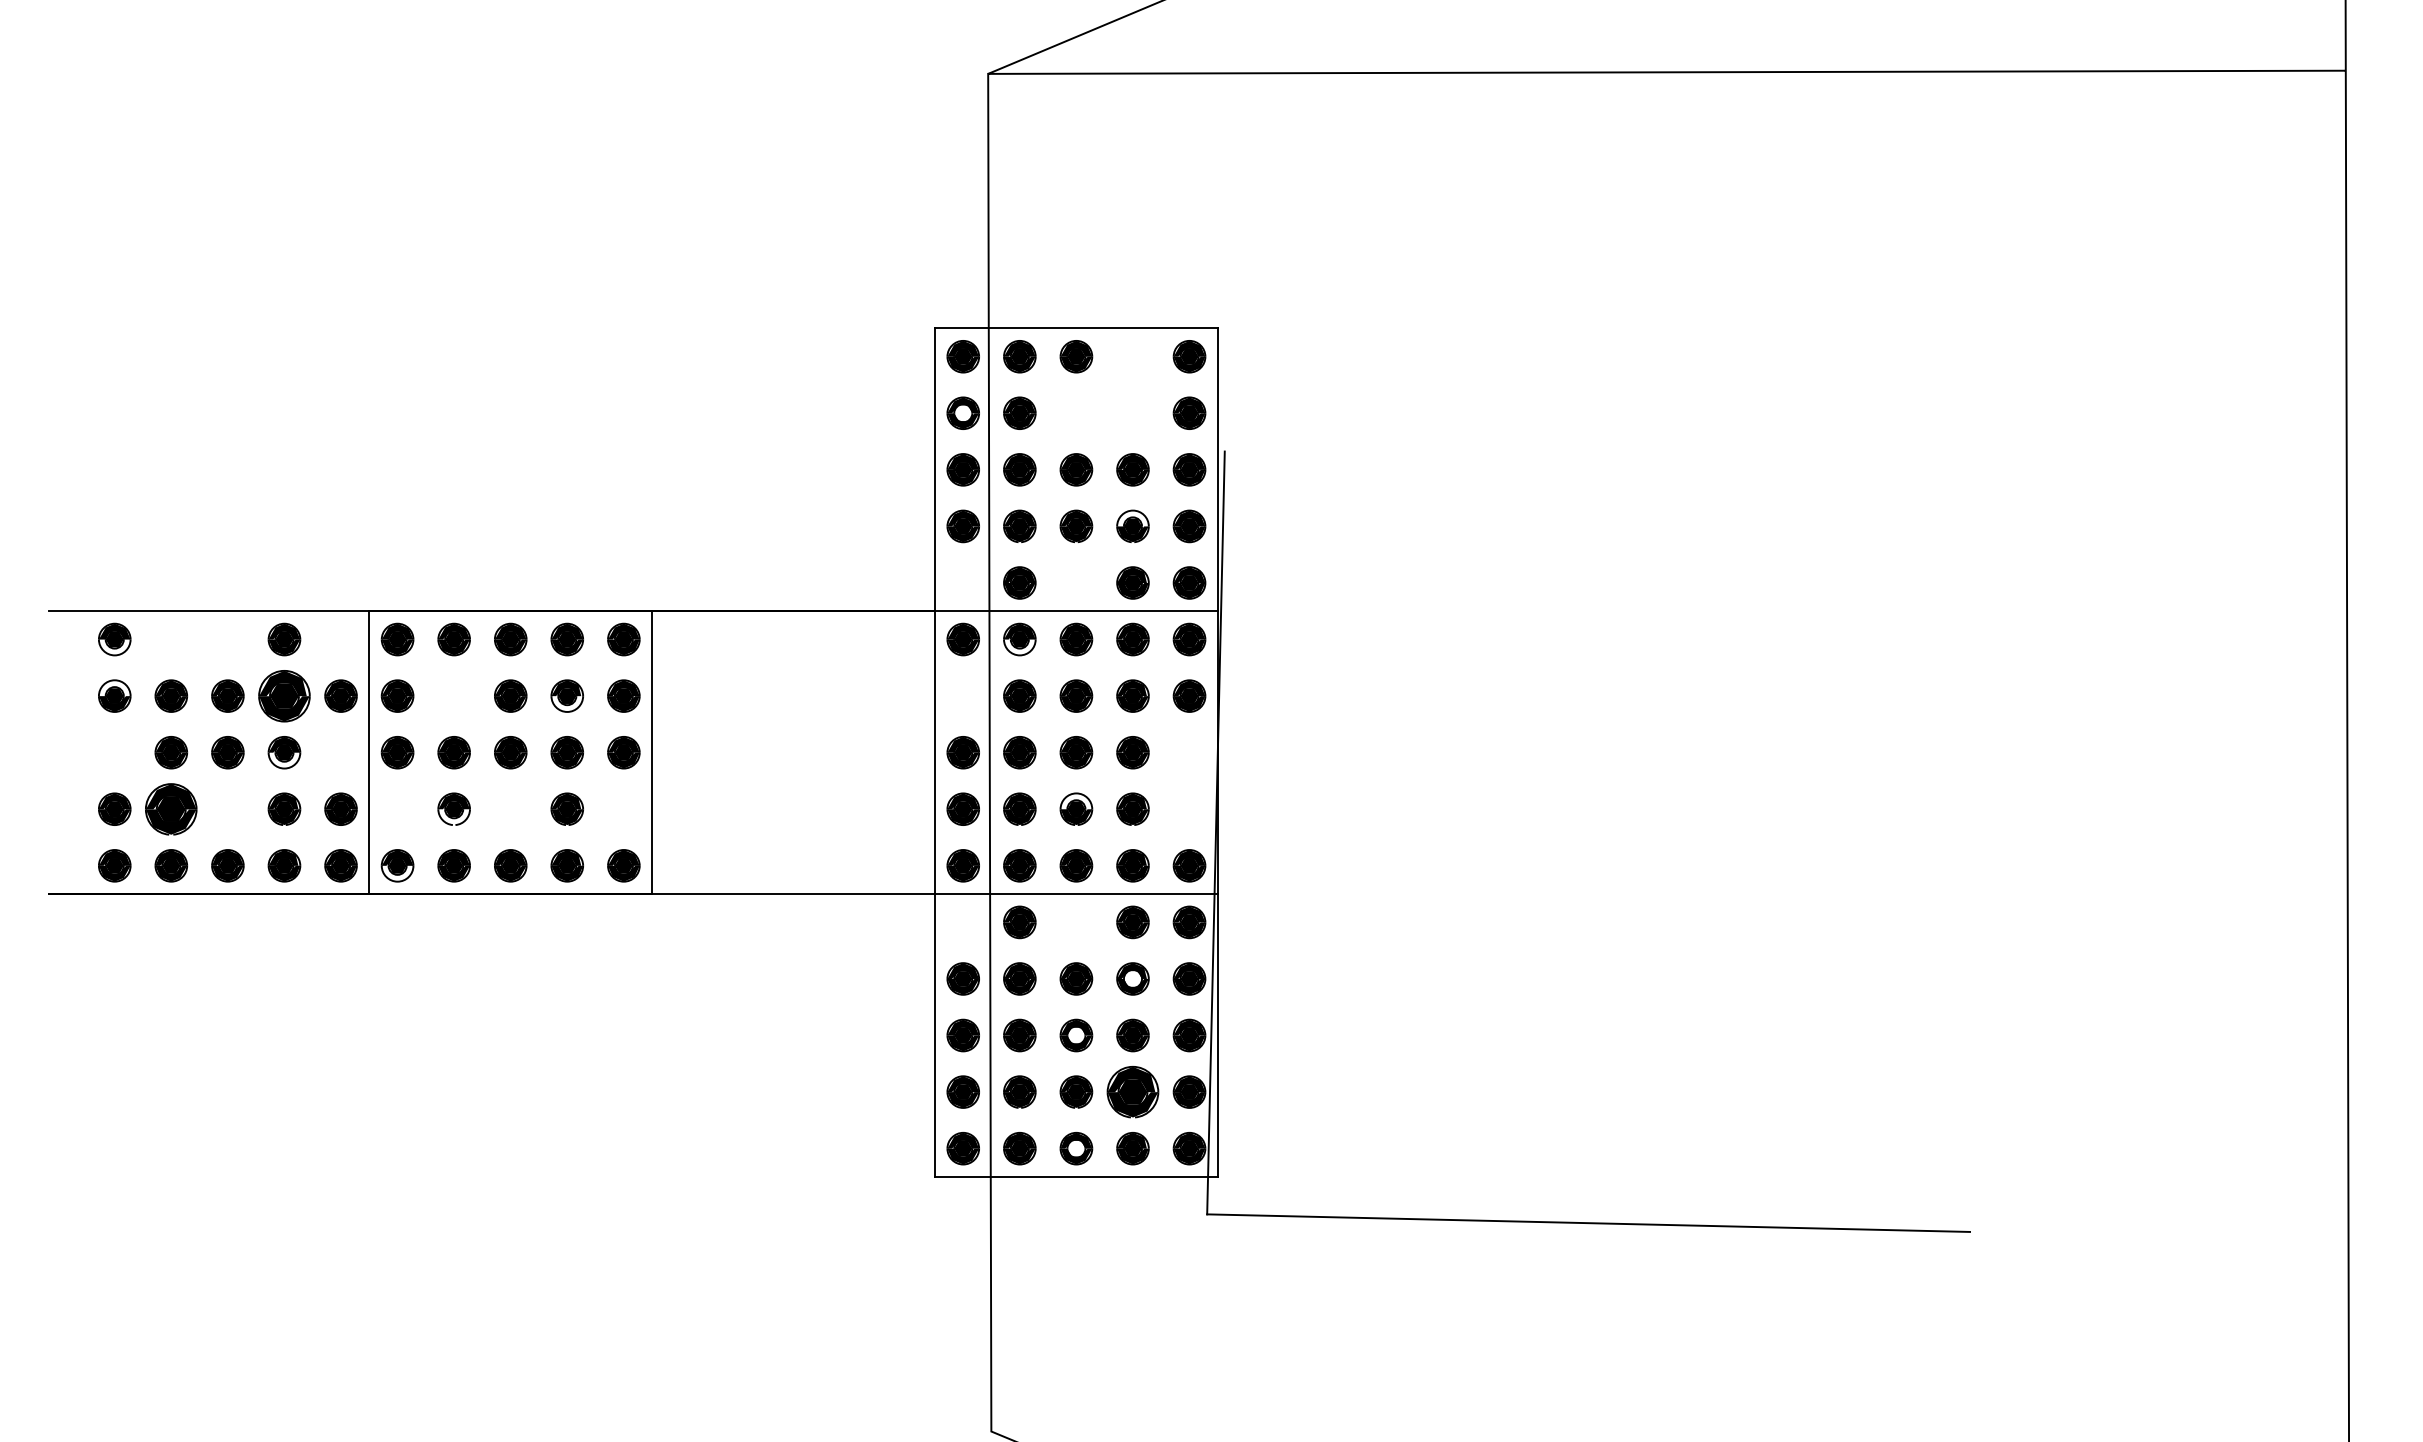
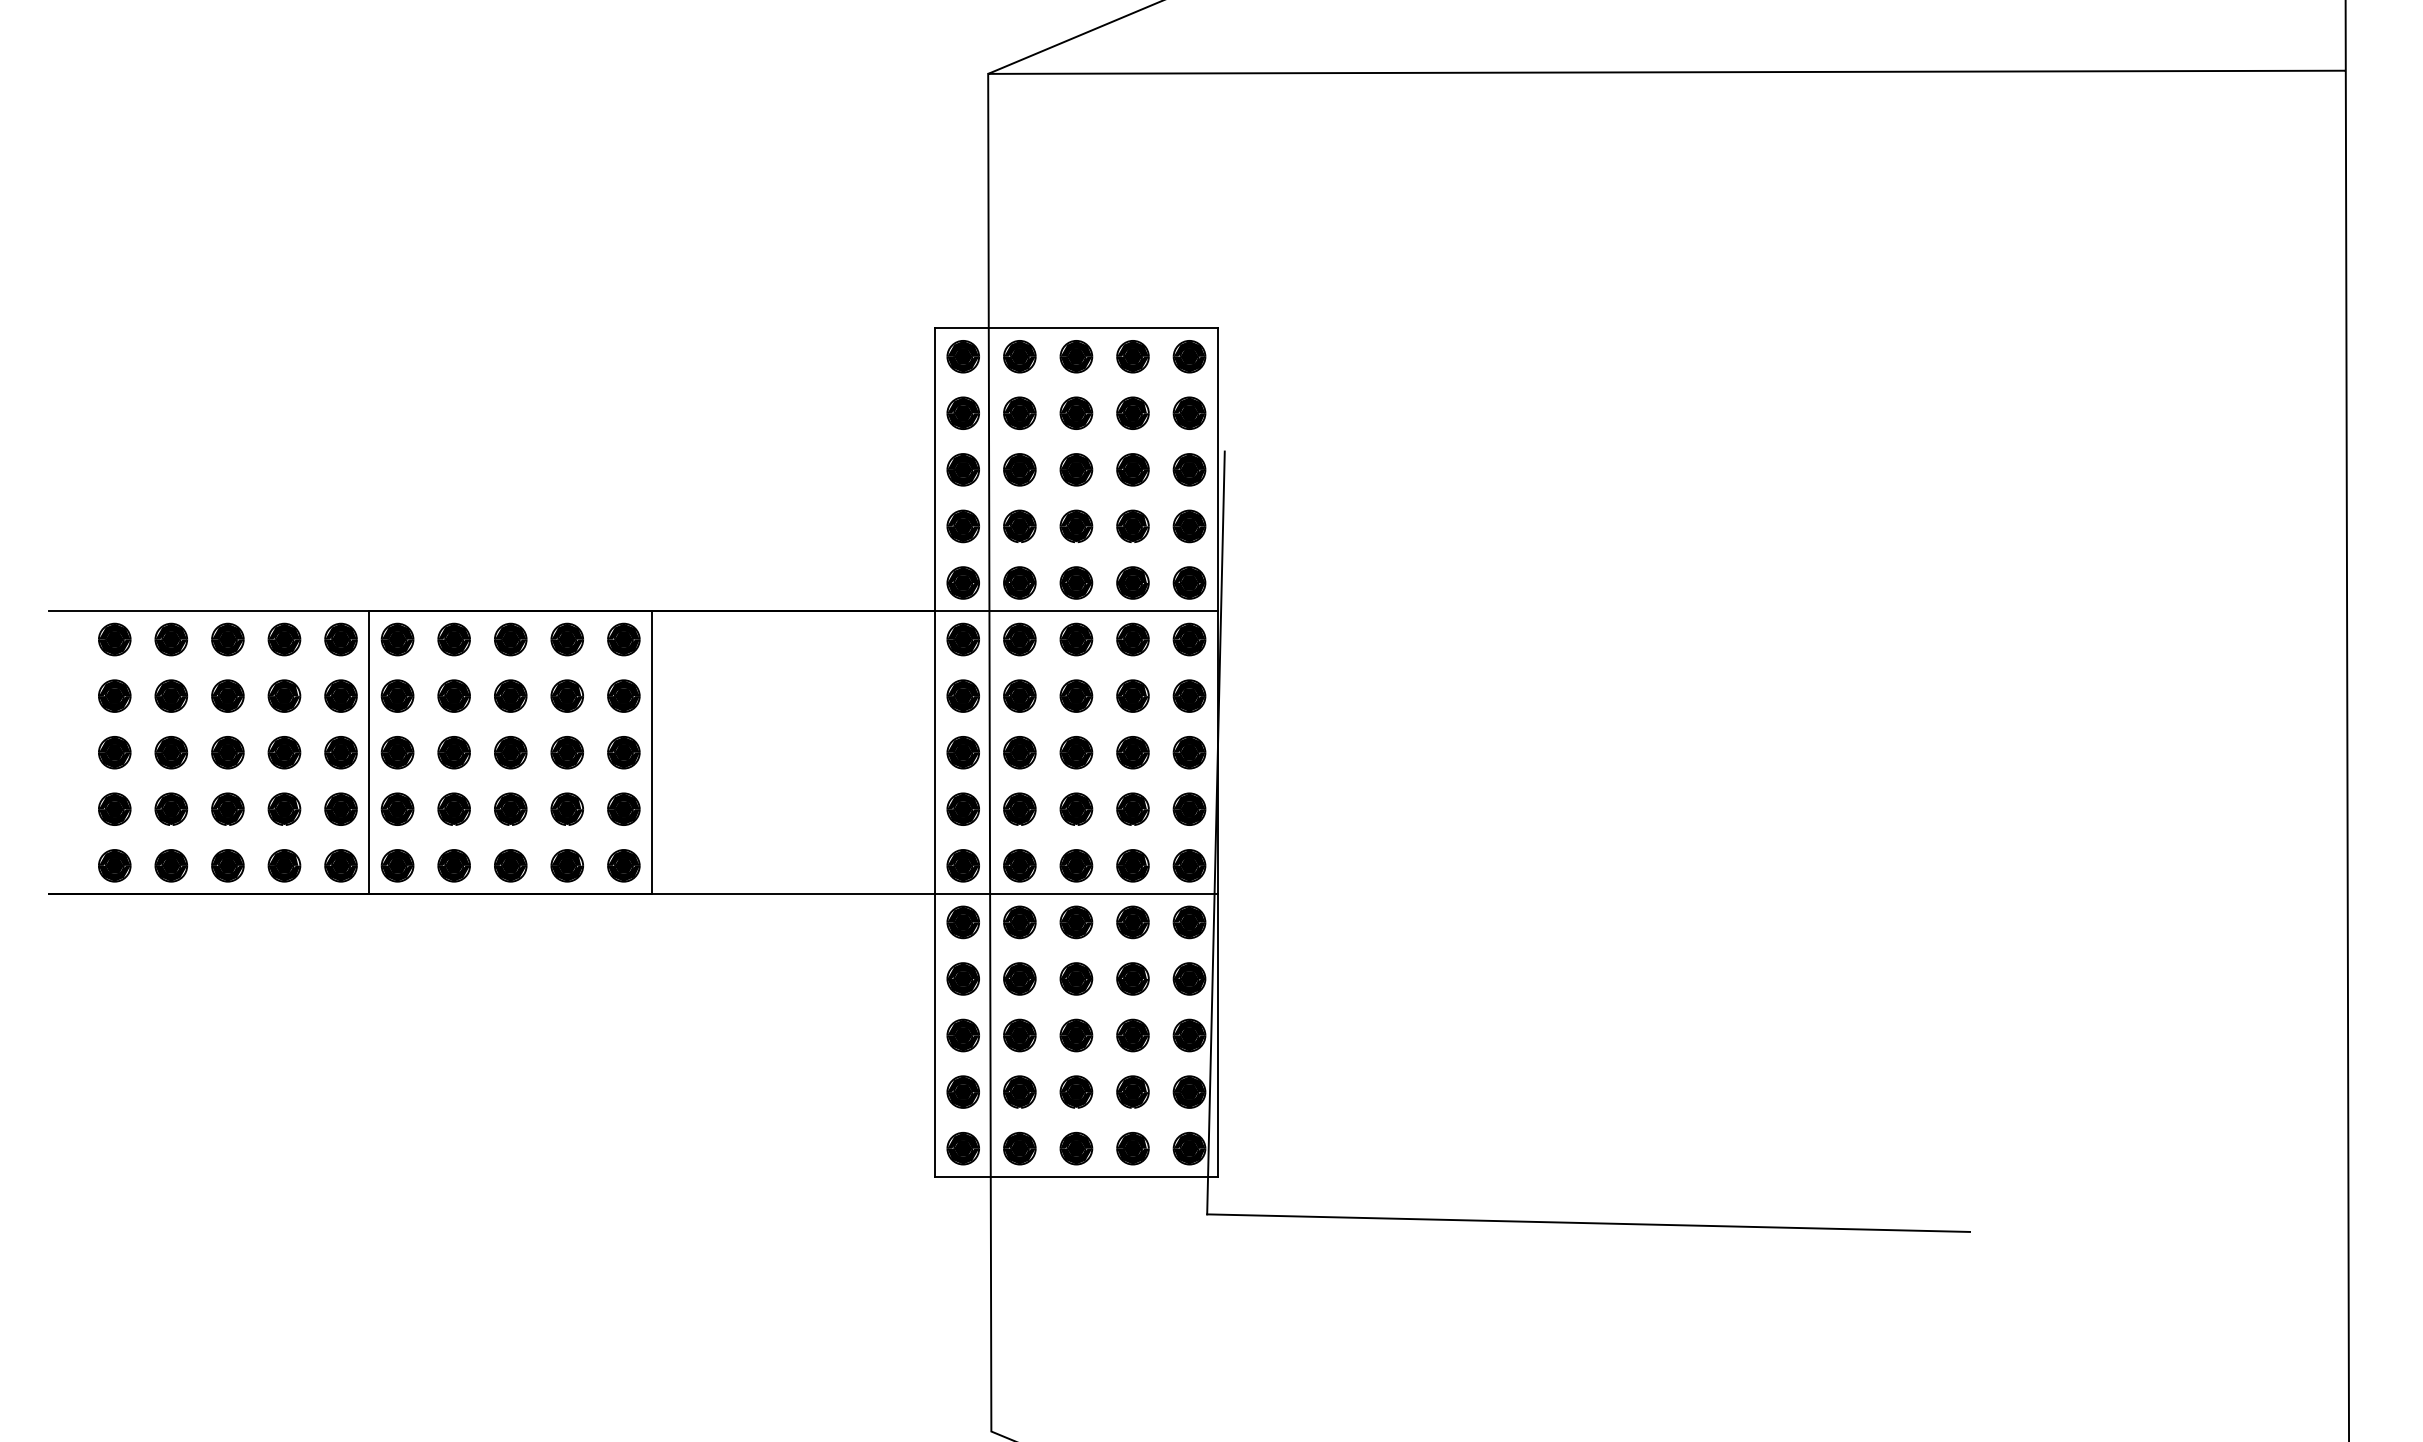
part at (1132, 356): none -> present
part at (1076, 412): none -> present
part at (1132, 412): none -> present
fill at (963, 413): none -> present
fill at (1131, 518): none -> present
part at (962, 582): none -> present
part at (1076, 582): none -> present
part at (171, 639): none -> present
part at (227, 639): none -> present
part at (340, 639): none -> present
fill at (114, 647): none -> present
fill at (1019, 647): none -> present
fill at (114, 688): none -> present
part at (453, 695): none -> present
part at (962, 695): none -> present
part at (284, 696) size: 53x53 px -> 35x34 px
fill at (567, 703): none -> present
part at (114, 752): none -> present
part at (340, 752): none -> present
part at (1189, 752): none -> present
fill at (284, 760): none -> present
fill at (1076, 801): none -> present
part at (227, 808): none -> present
part at (397, 808): none -> present
part at (510, 808): none -> present
part at (623, 808): none -> present
part at (1189, 808): none -> present
part at (171, 809) size: 53x53 px -> 35x34 px
fill at (454, 817): none -> present
fill at (397, 873): none -> present
part at (962, 922): none -> present
part at (1076, 922): none -> present
fill at (1132, 978): none -> present
fill at (1076, 1035): none -> present
part at (1132, 1092) size: 54x53 px -> 34x34 px
fill at (1076, 1148): none -> present
